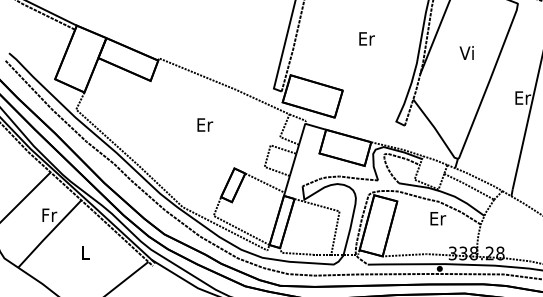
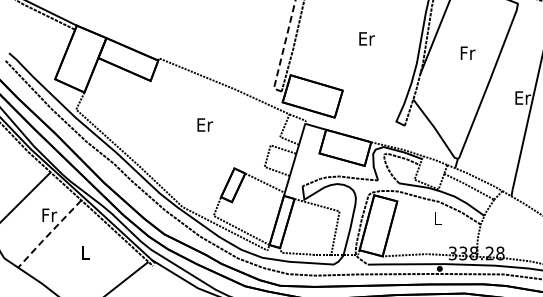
line at (283, 49): solid -> dashed
text at (467, 52): Vi -> Fr
text at (438, 218): Er -> L
line at (48, 234): solid -> dashed
